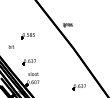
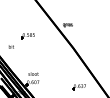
part at (28, 62): present -> none
